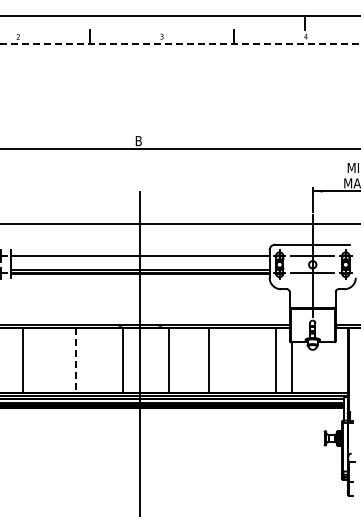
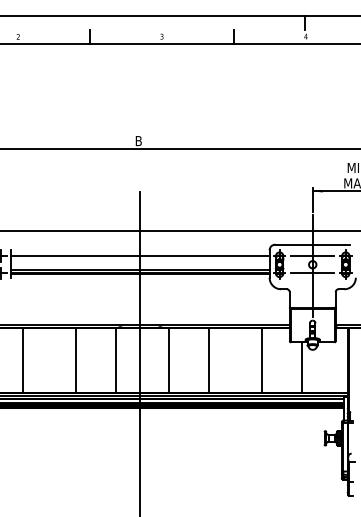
line at (179, 44): dashed -> solid
line at (179, 224) position: (179, 224) -> (179, 231)
line at (123, 360) position: (123, 360) -> (116, 360)
line at (276, 360) position: (276, 360) -> (262, 360)
line at (75, 361): dashed -> solid
line at (292, 367) position: (292, 367) -> (302, 367)
